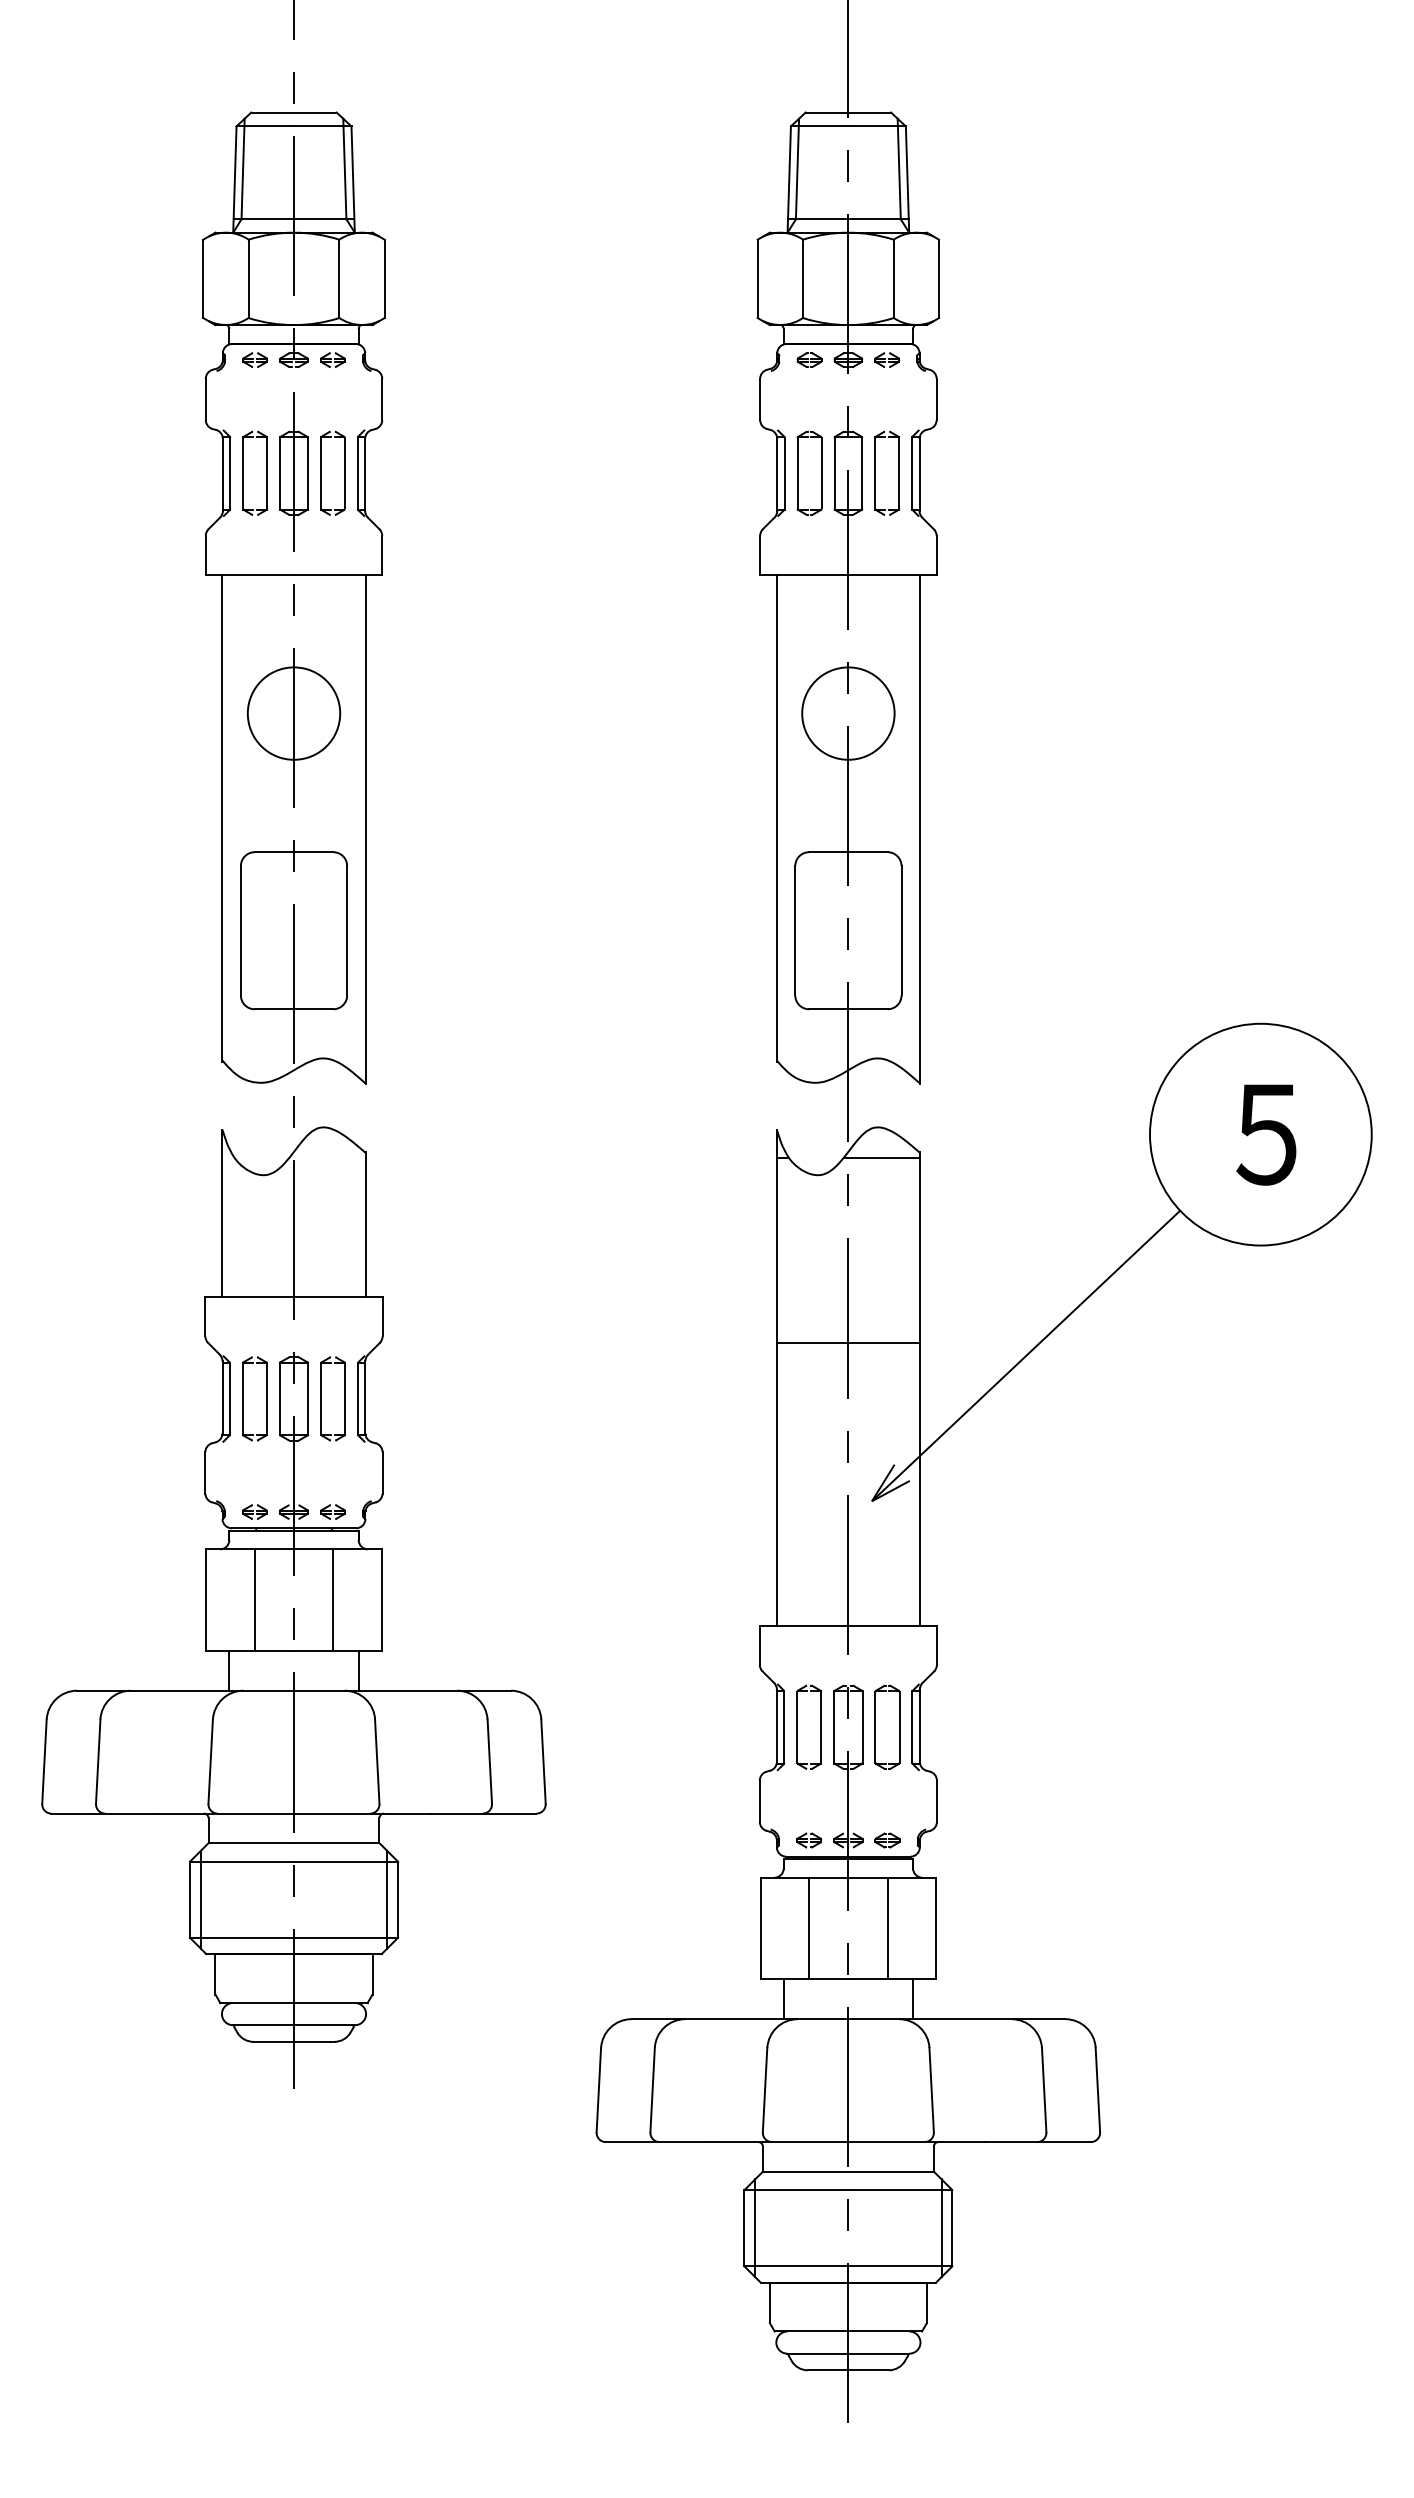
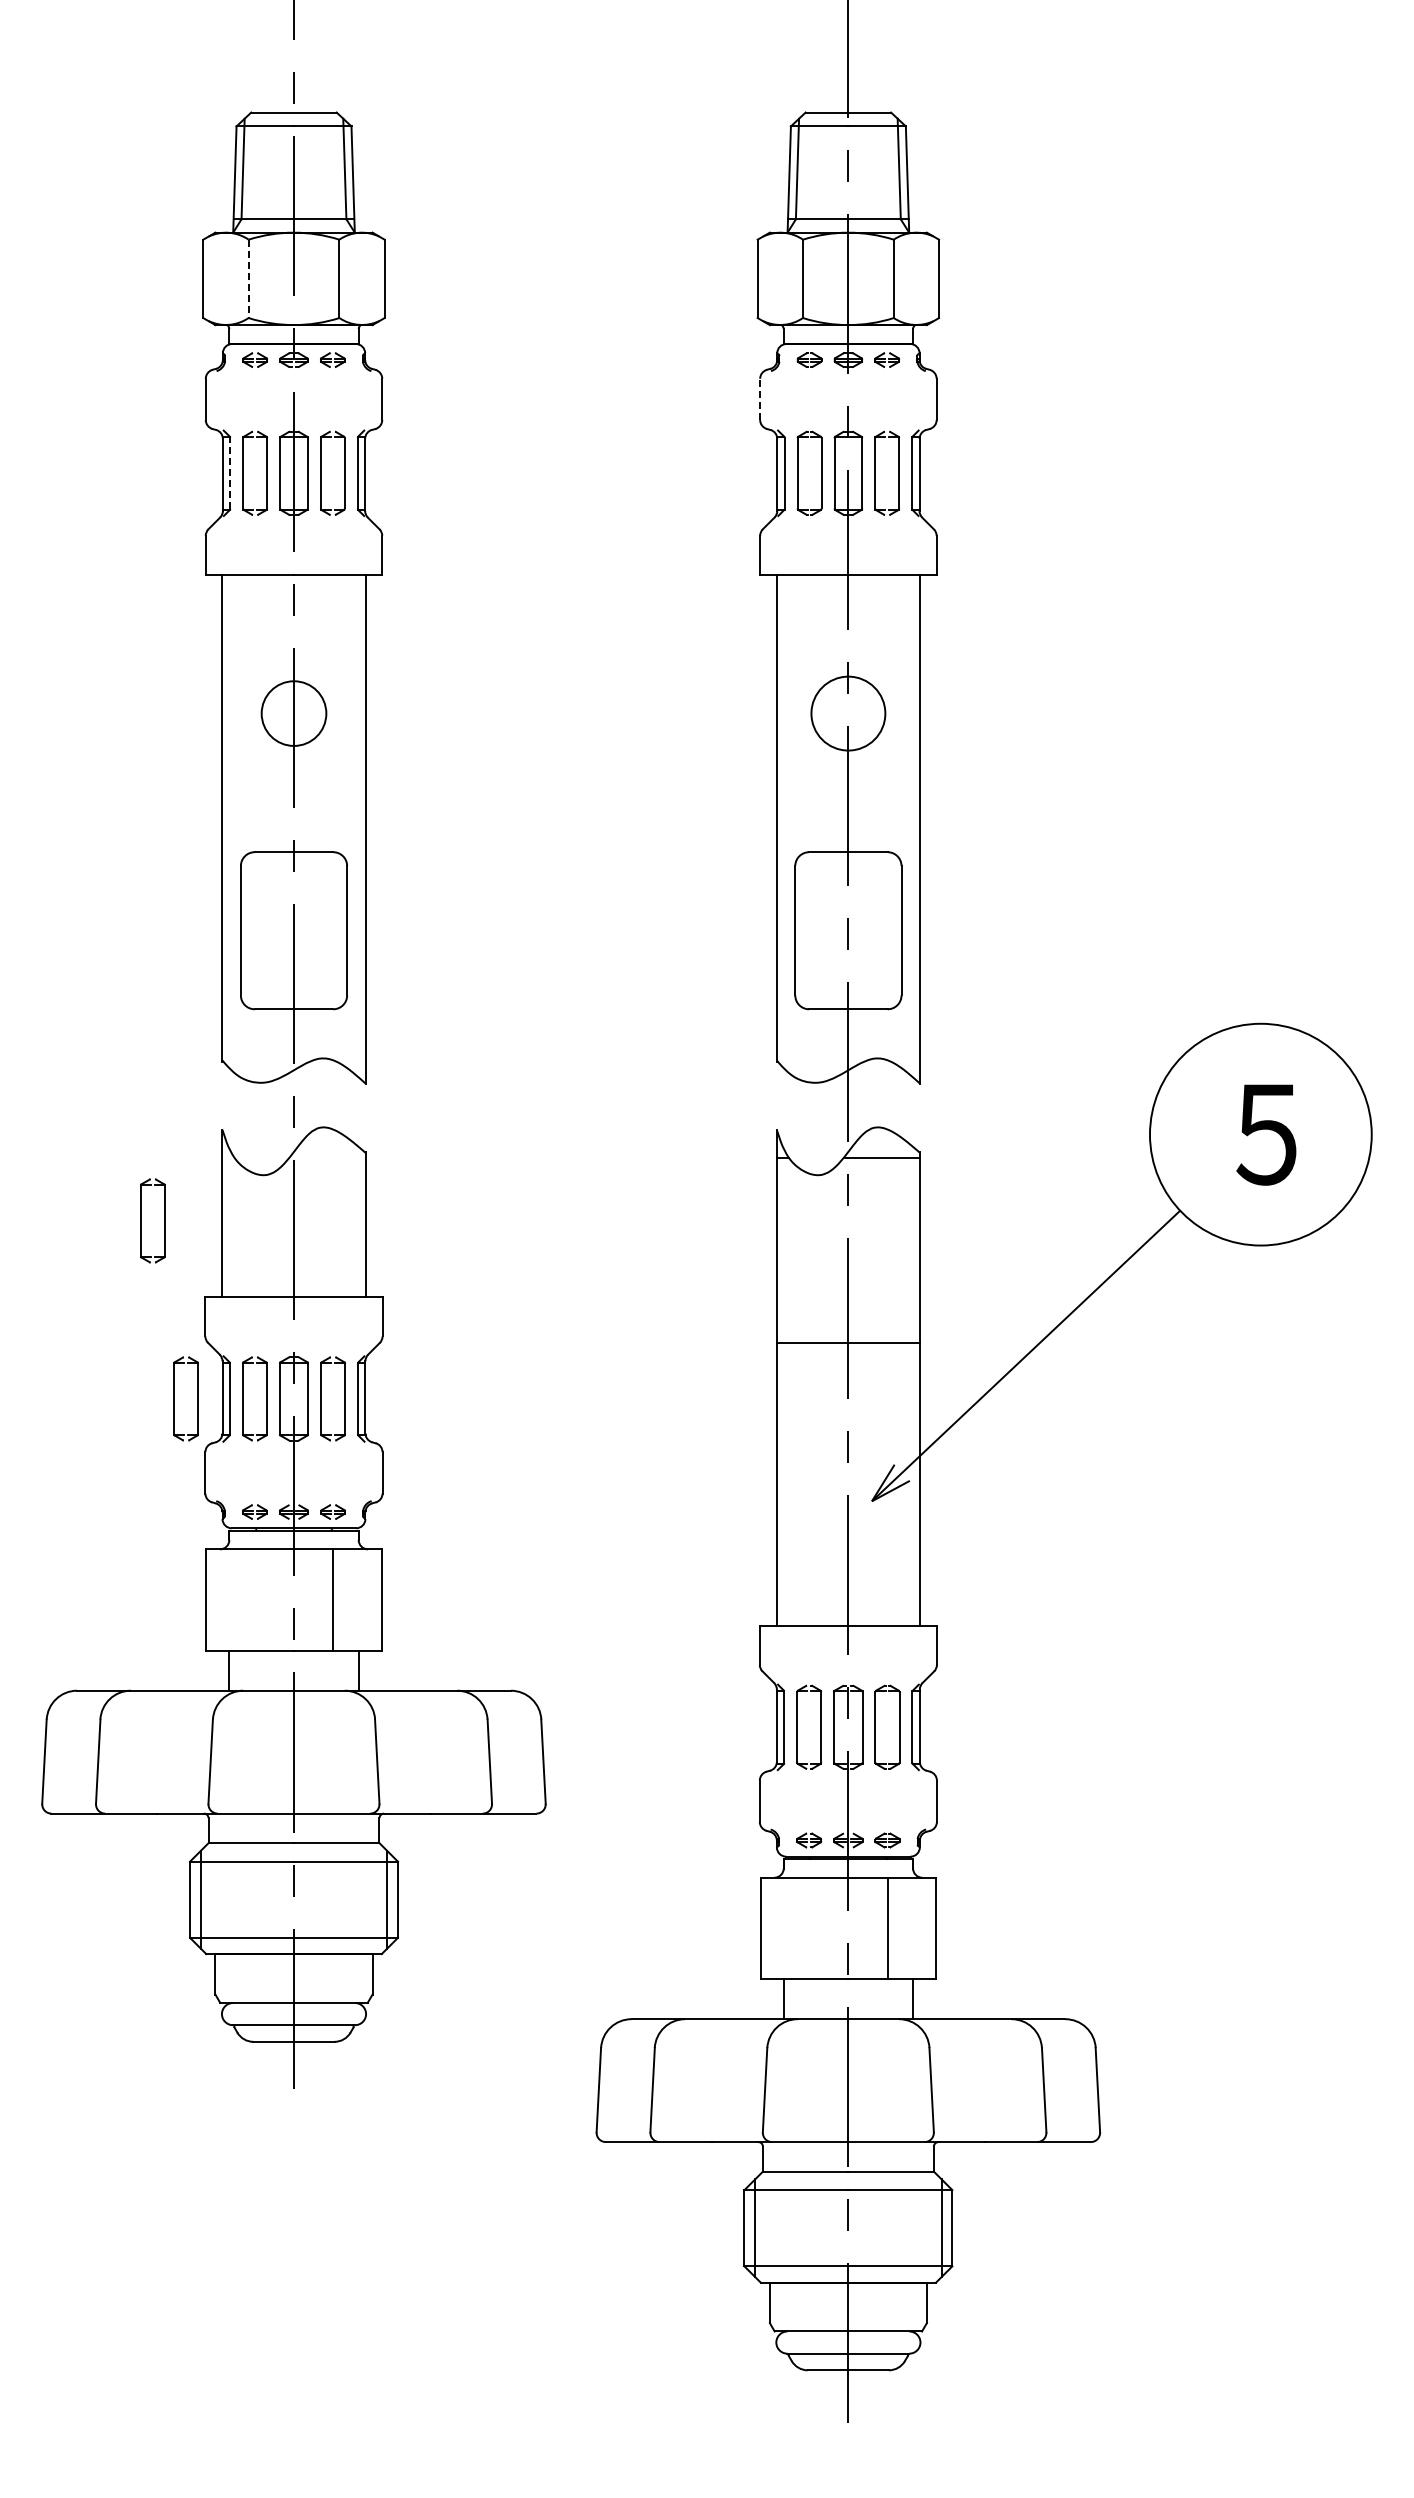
line at (248, 279): solid -> dashed
line at (760, 399): solid -> dashed
line at (230, 472): solid -> dashed
circle at (293, 713) diameter: 92 px -> 65 px
circle at (848, 713) diameter: 92 px -> 74 px
part at (141, 1220): none -> present
part at (174, 1398): none -> present
line at (254, 1599): present -> none
line at (809, 1928): present -> none
